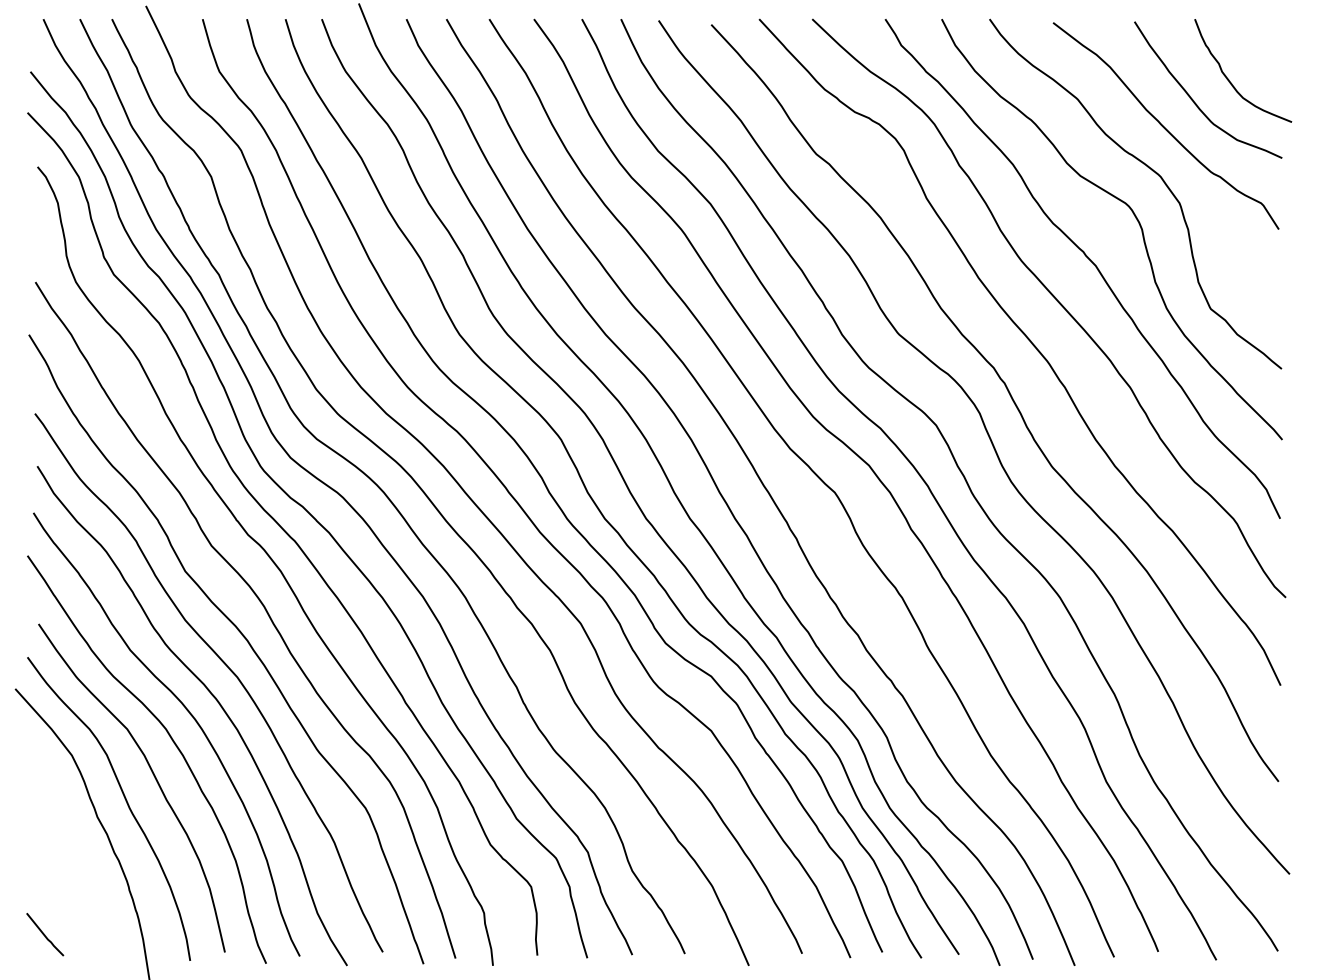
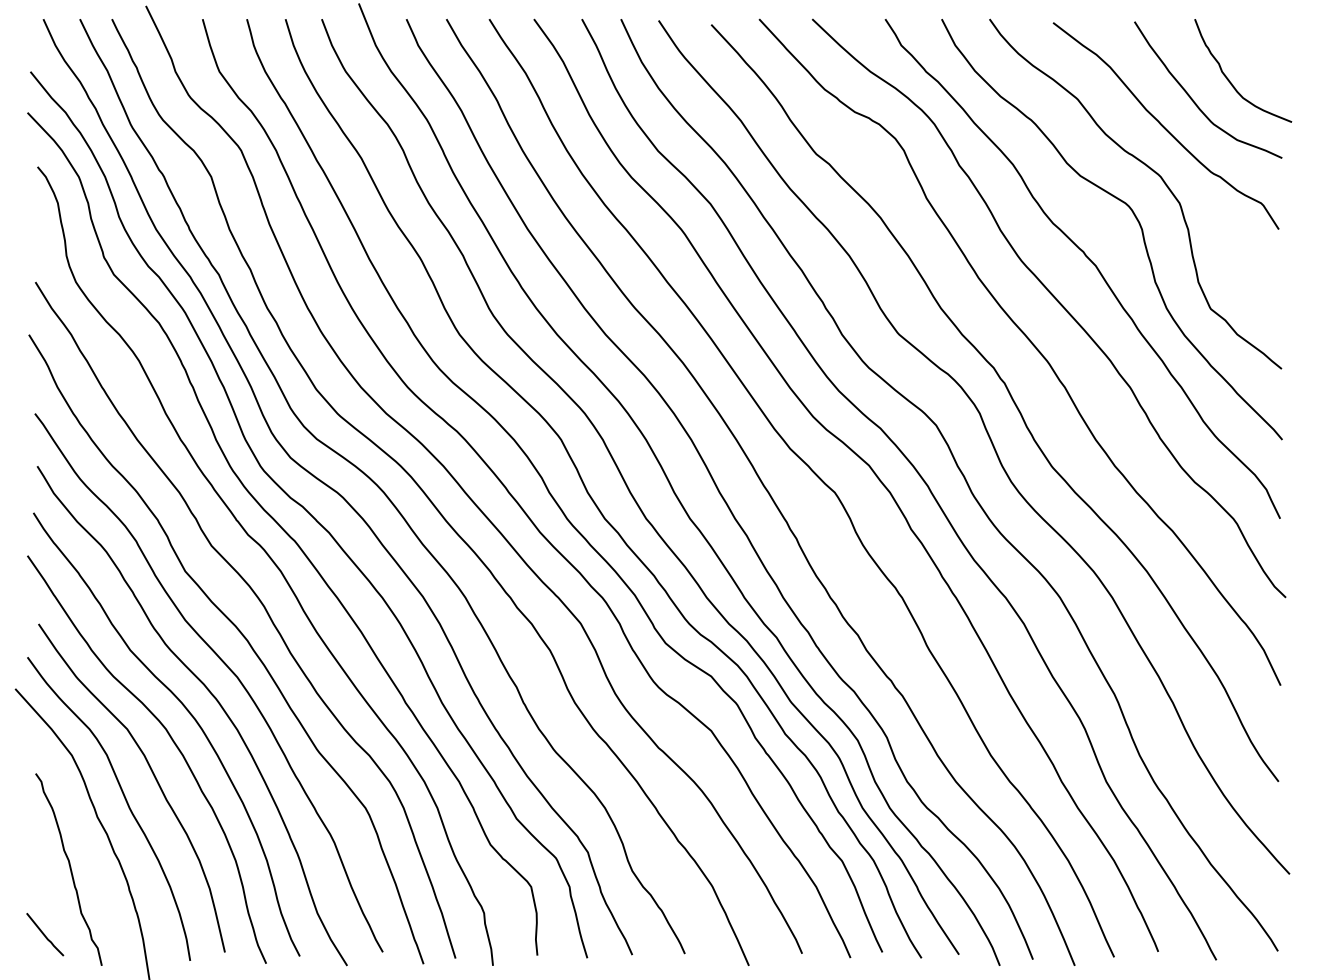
curve at (69, 868): none -> present
